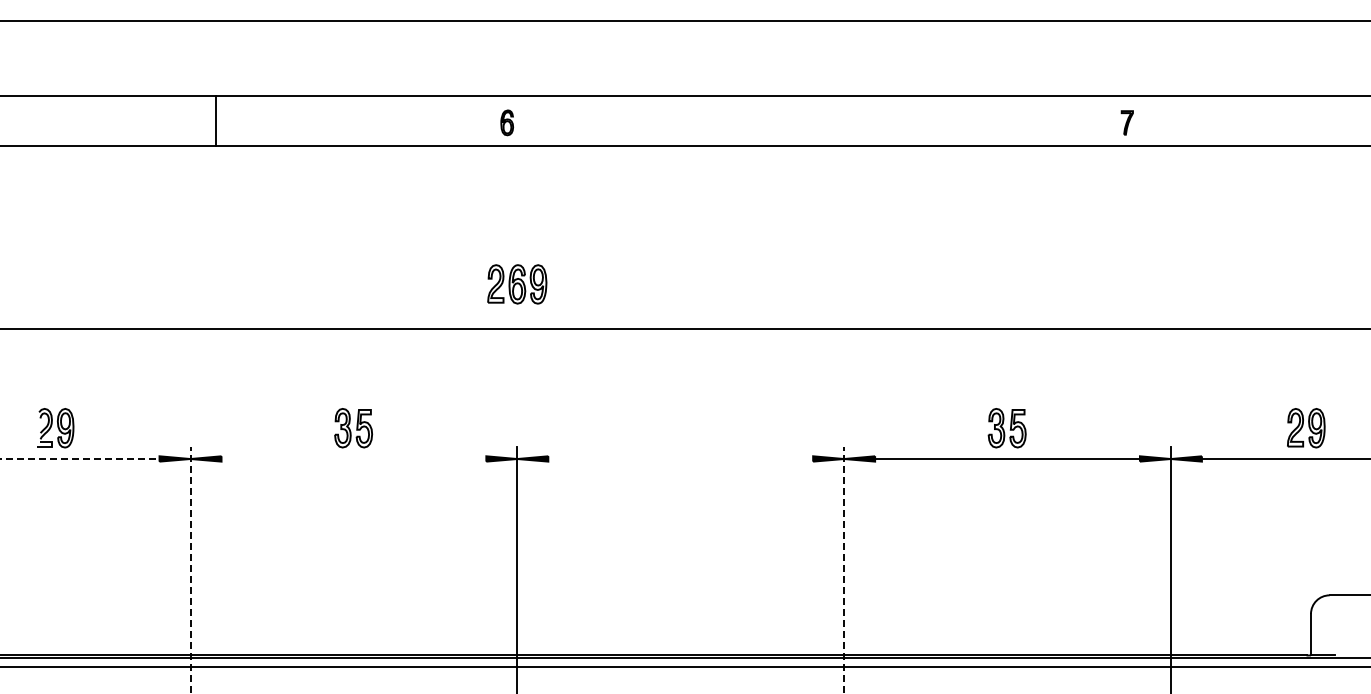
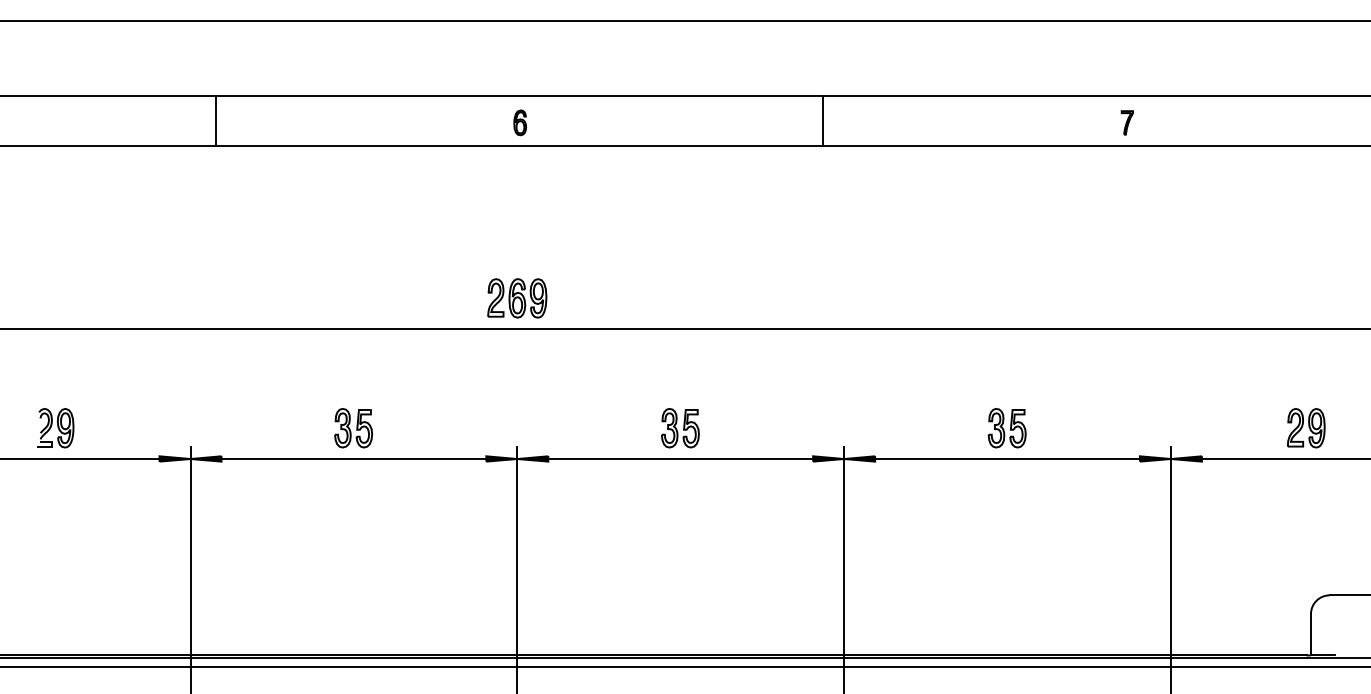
line at (823, 120): none -> present
part at (506, 122) position: (506, 122) -> (519, 122)
part at (517, 284) position: (517, 284) -> (517, 298)
part at (680, 428): none -> present
line at (80, 459): dashed -> solid
line at (353, 459): none -> present
line at (680, 459): none -> present
line at (190, 569): dashed -> solid
line at (844, 569): dashed -> solid
